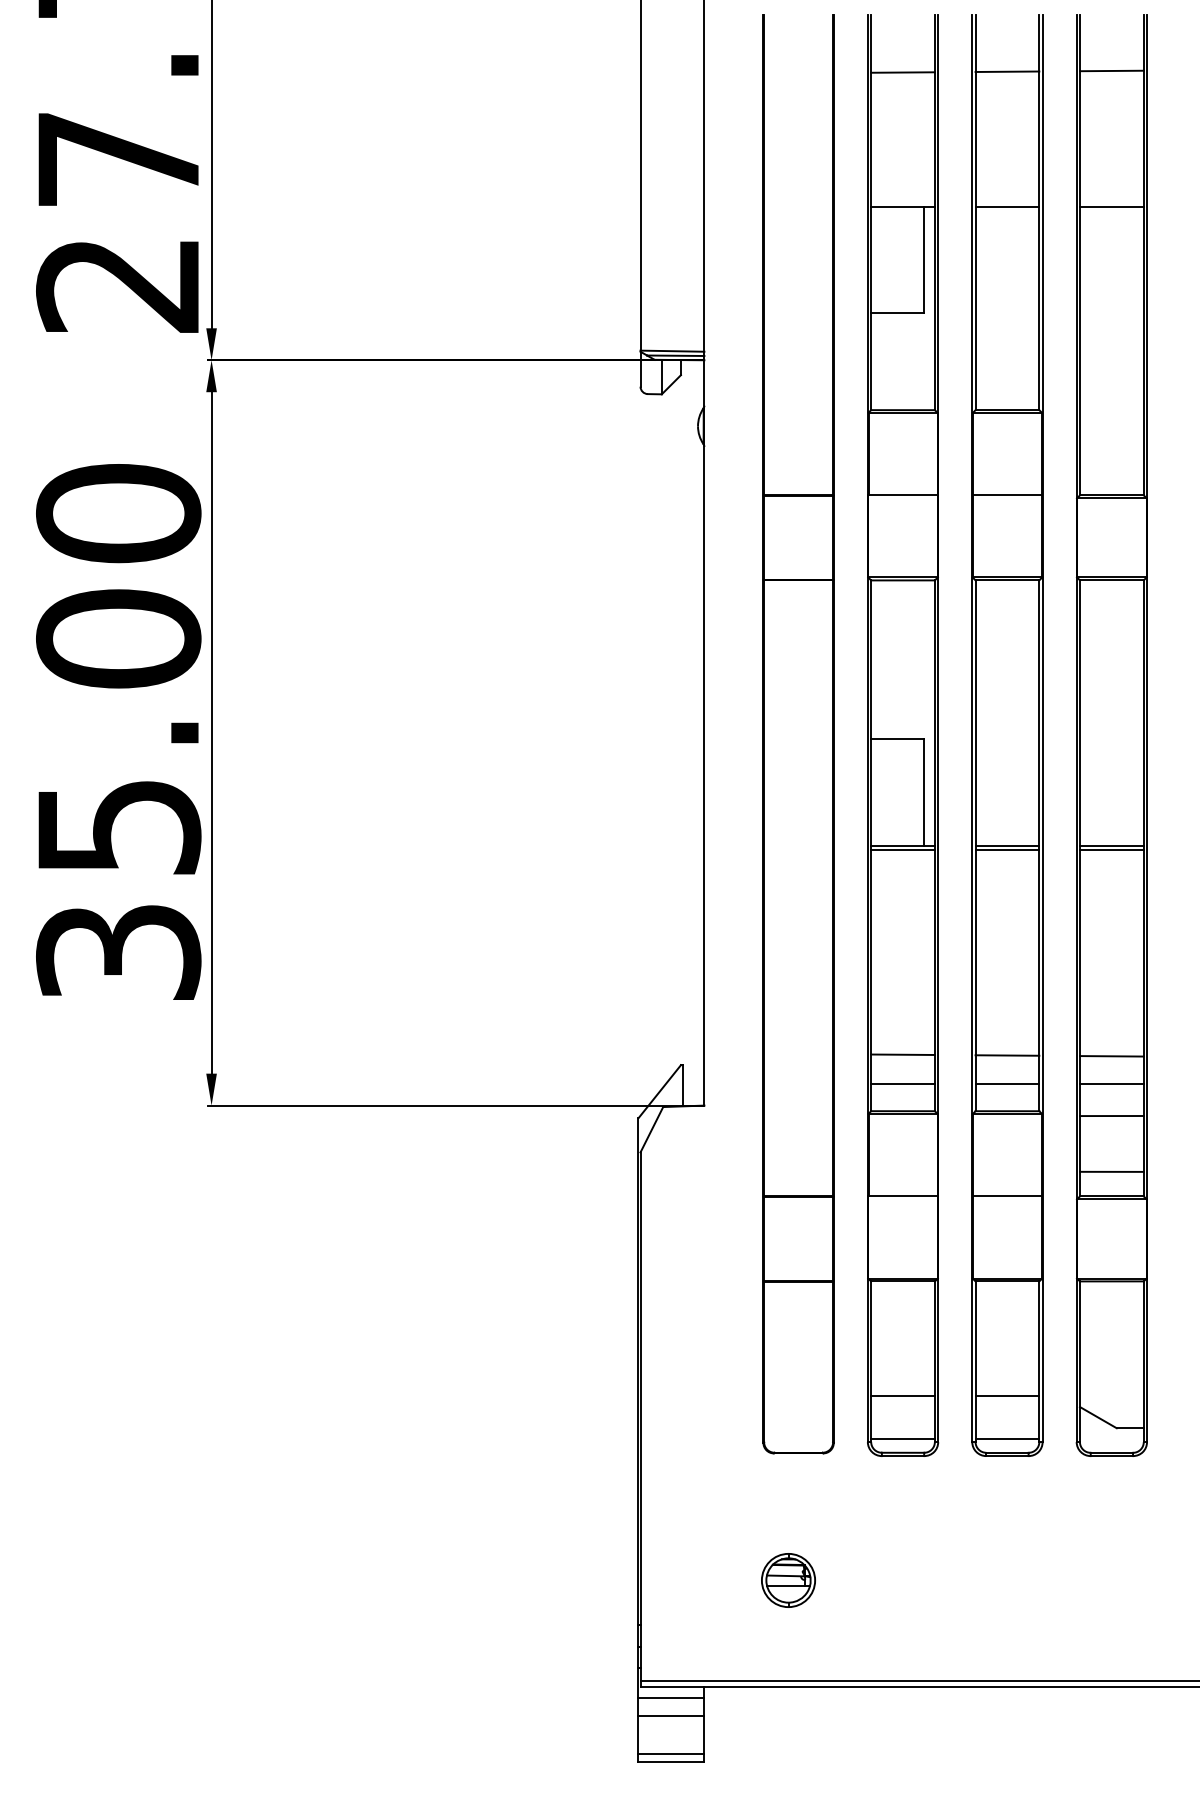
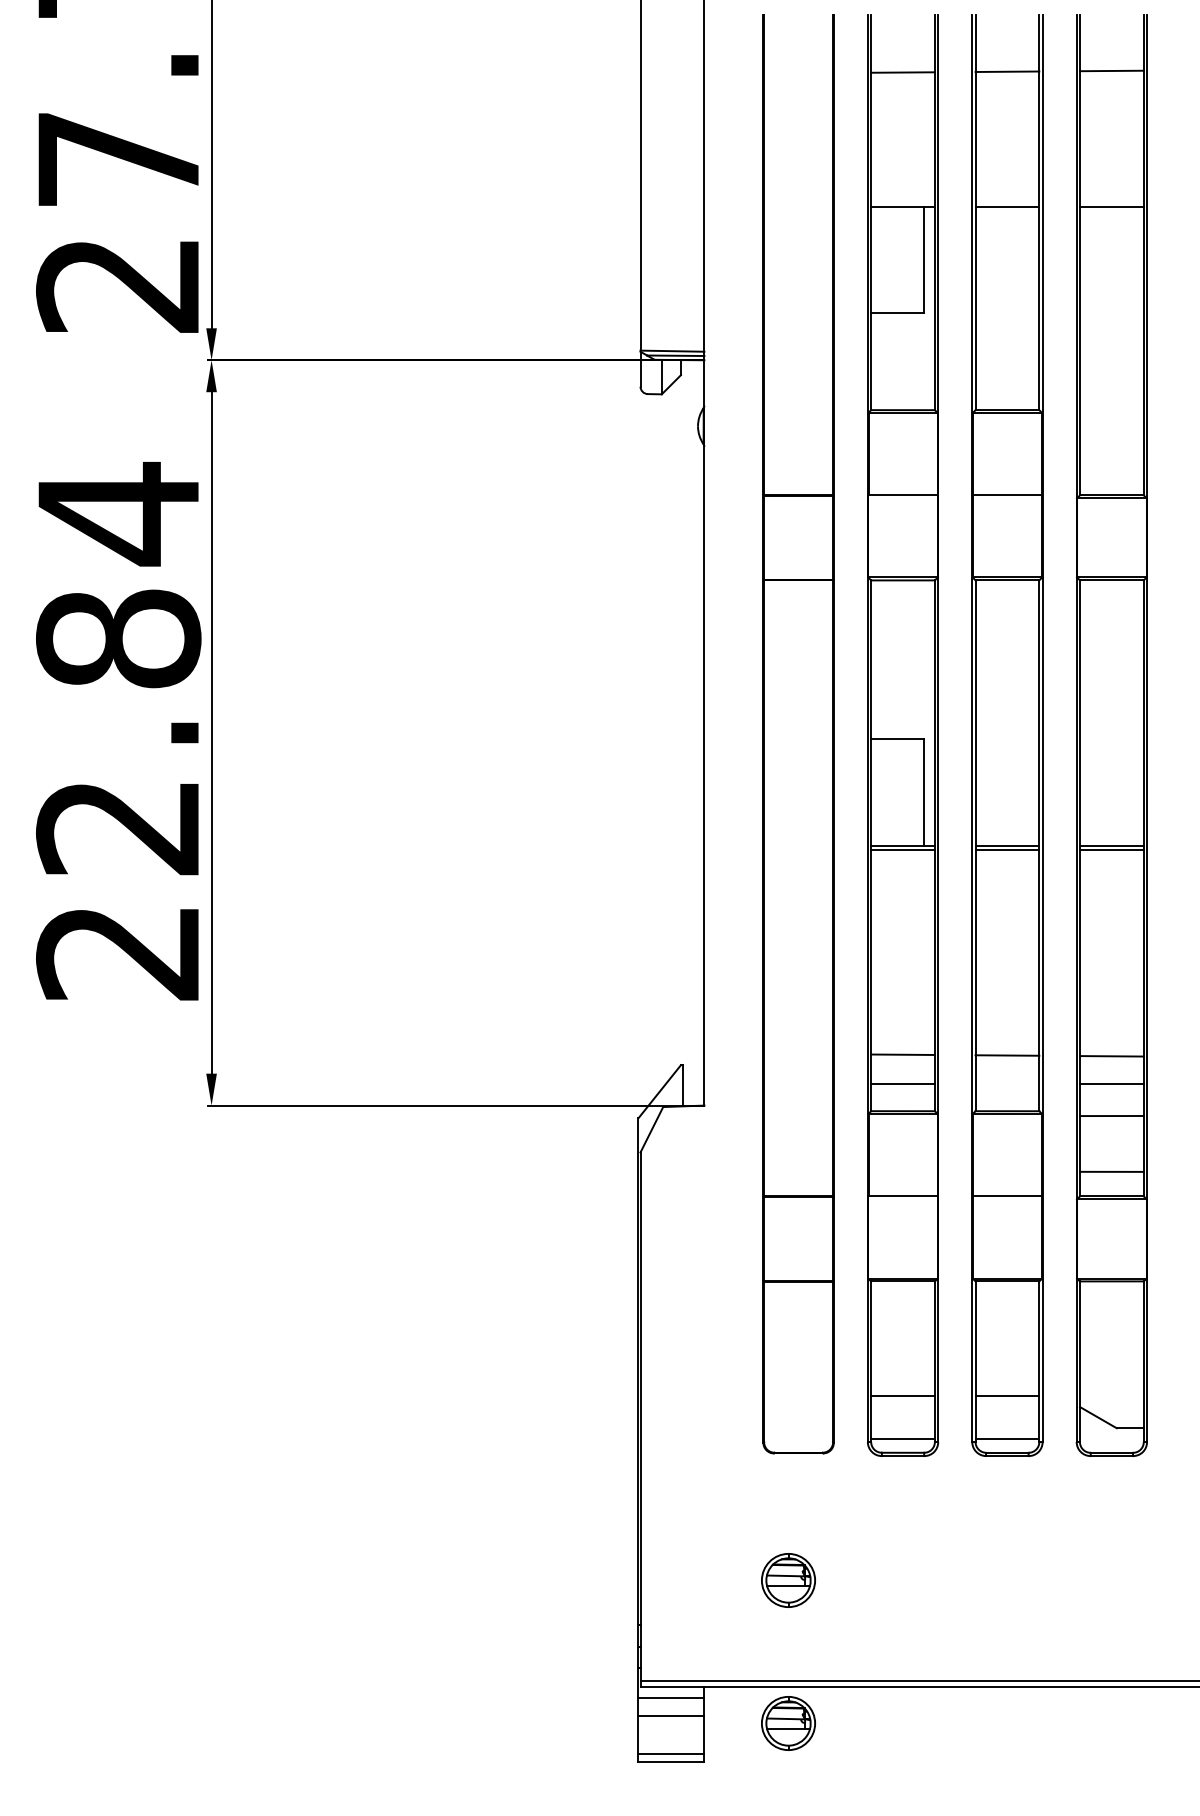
text at (118, 731): 35.00 -> 22.84
line at (1007, 1083): present -> none
part at (788, 1723): none -> present
